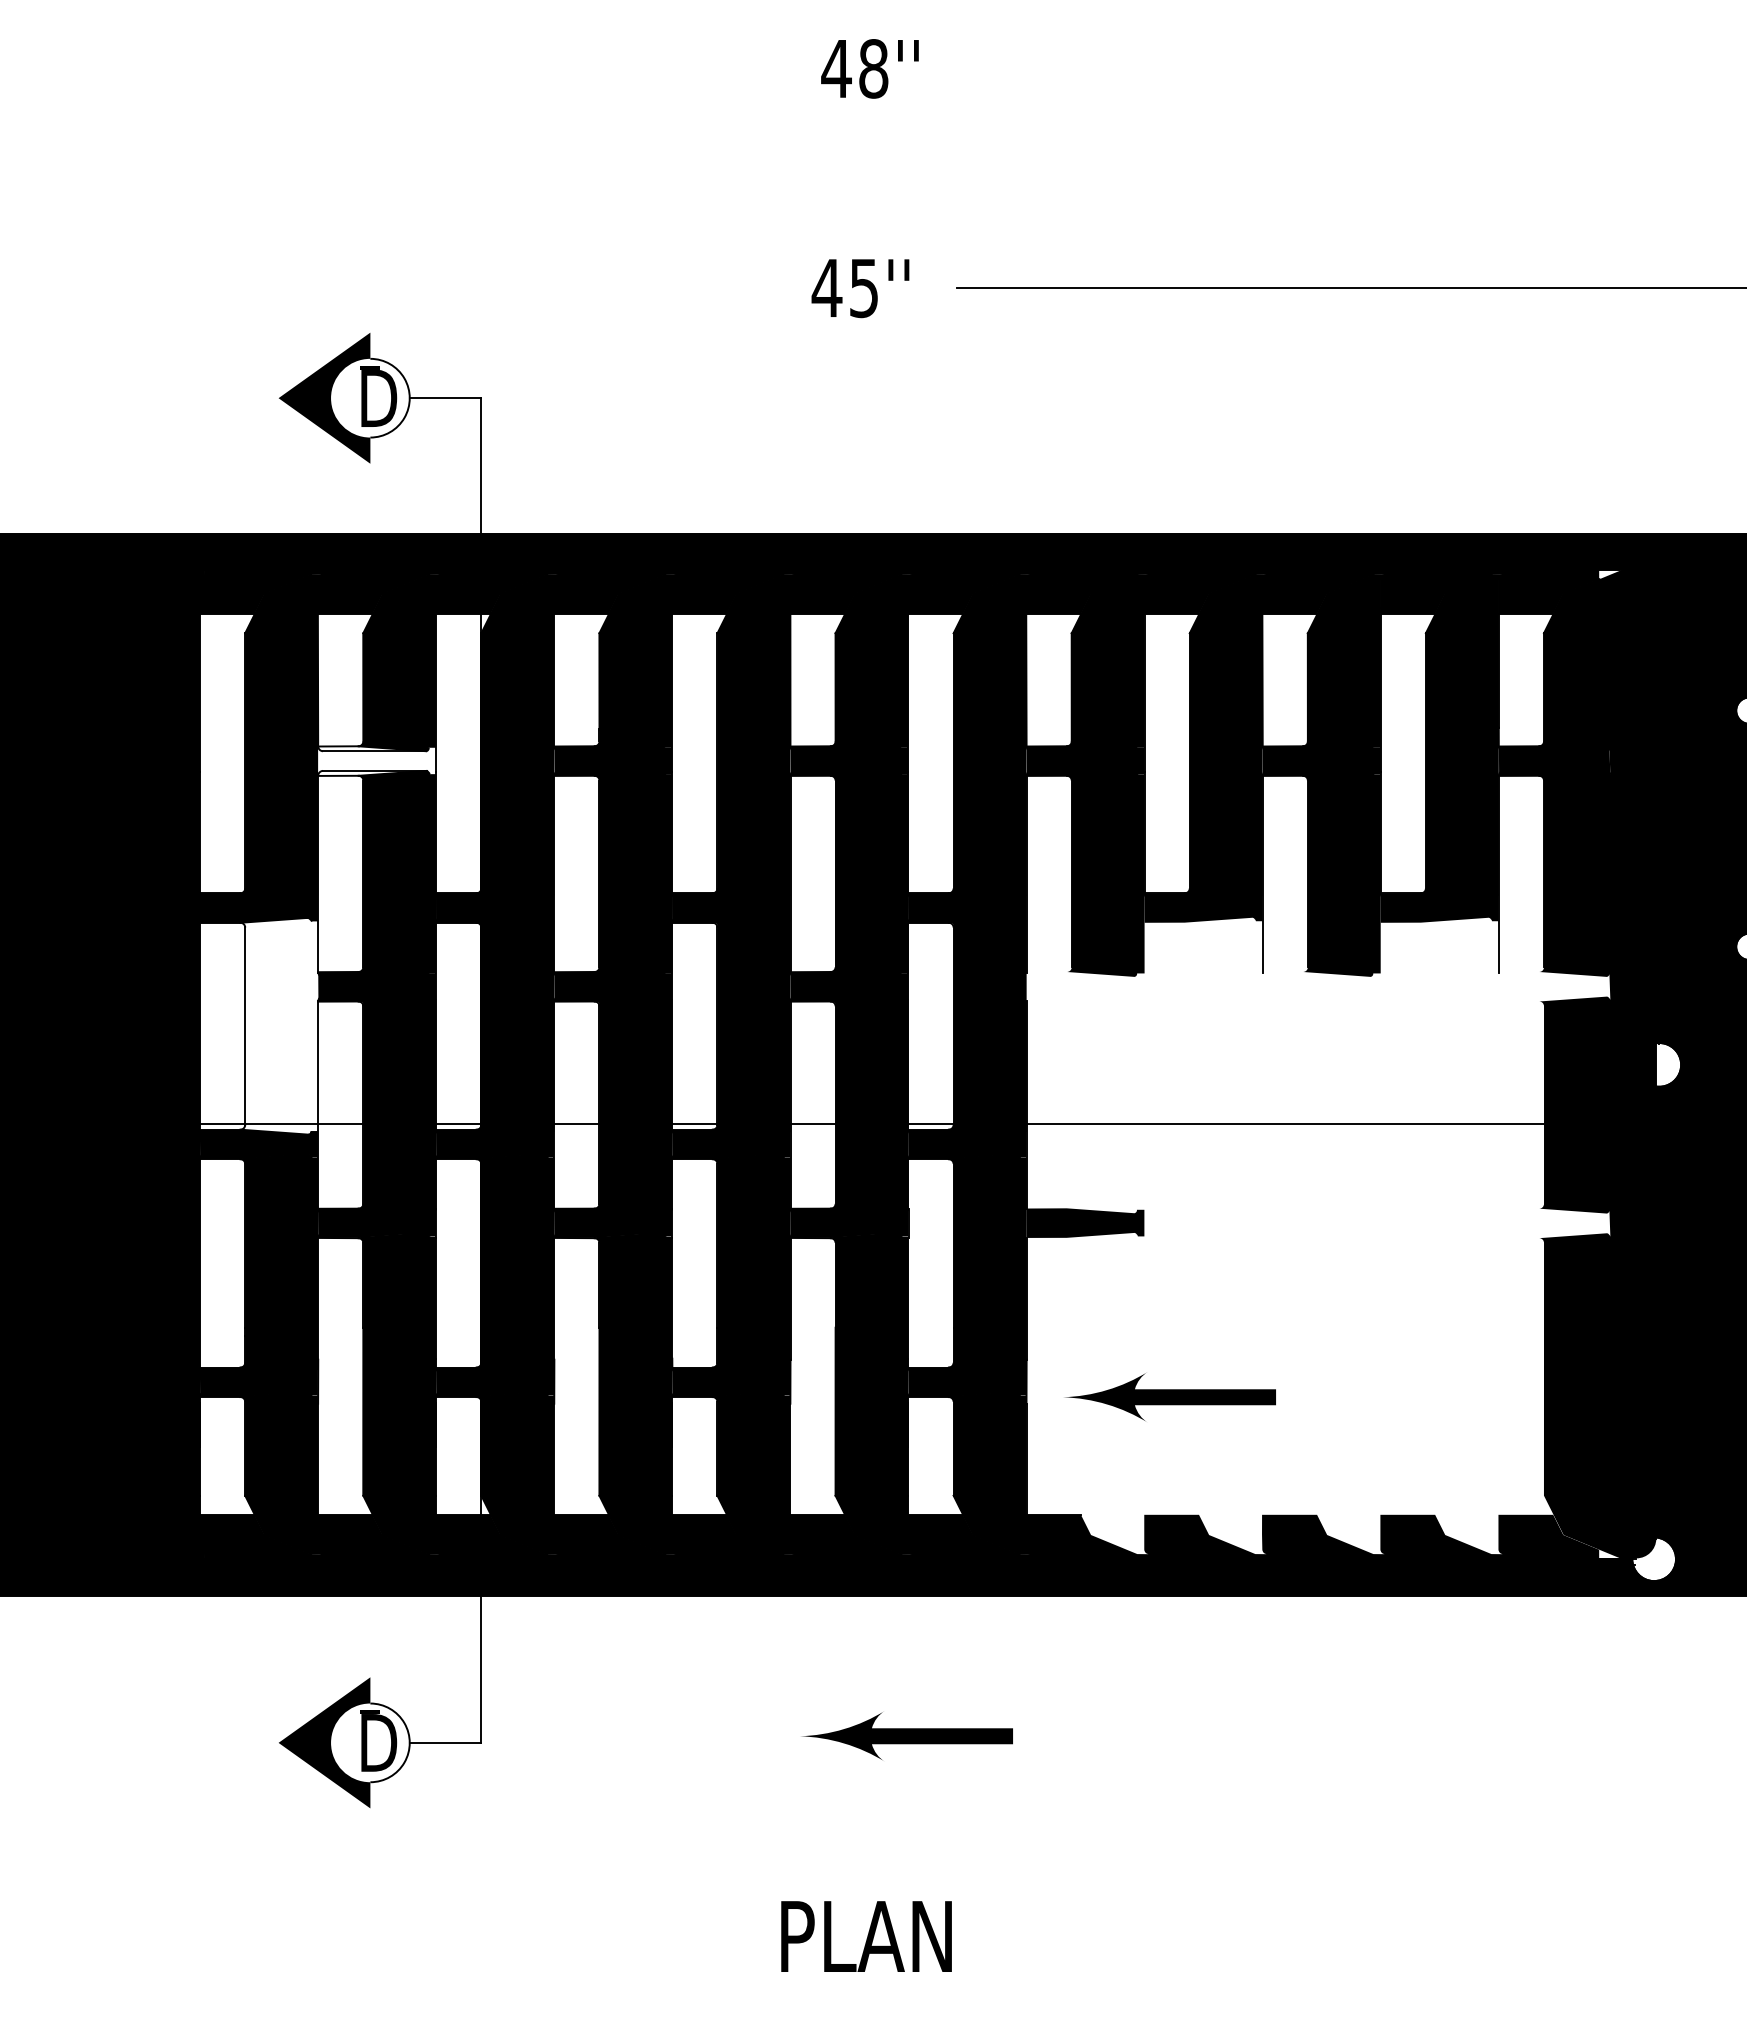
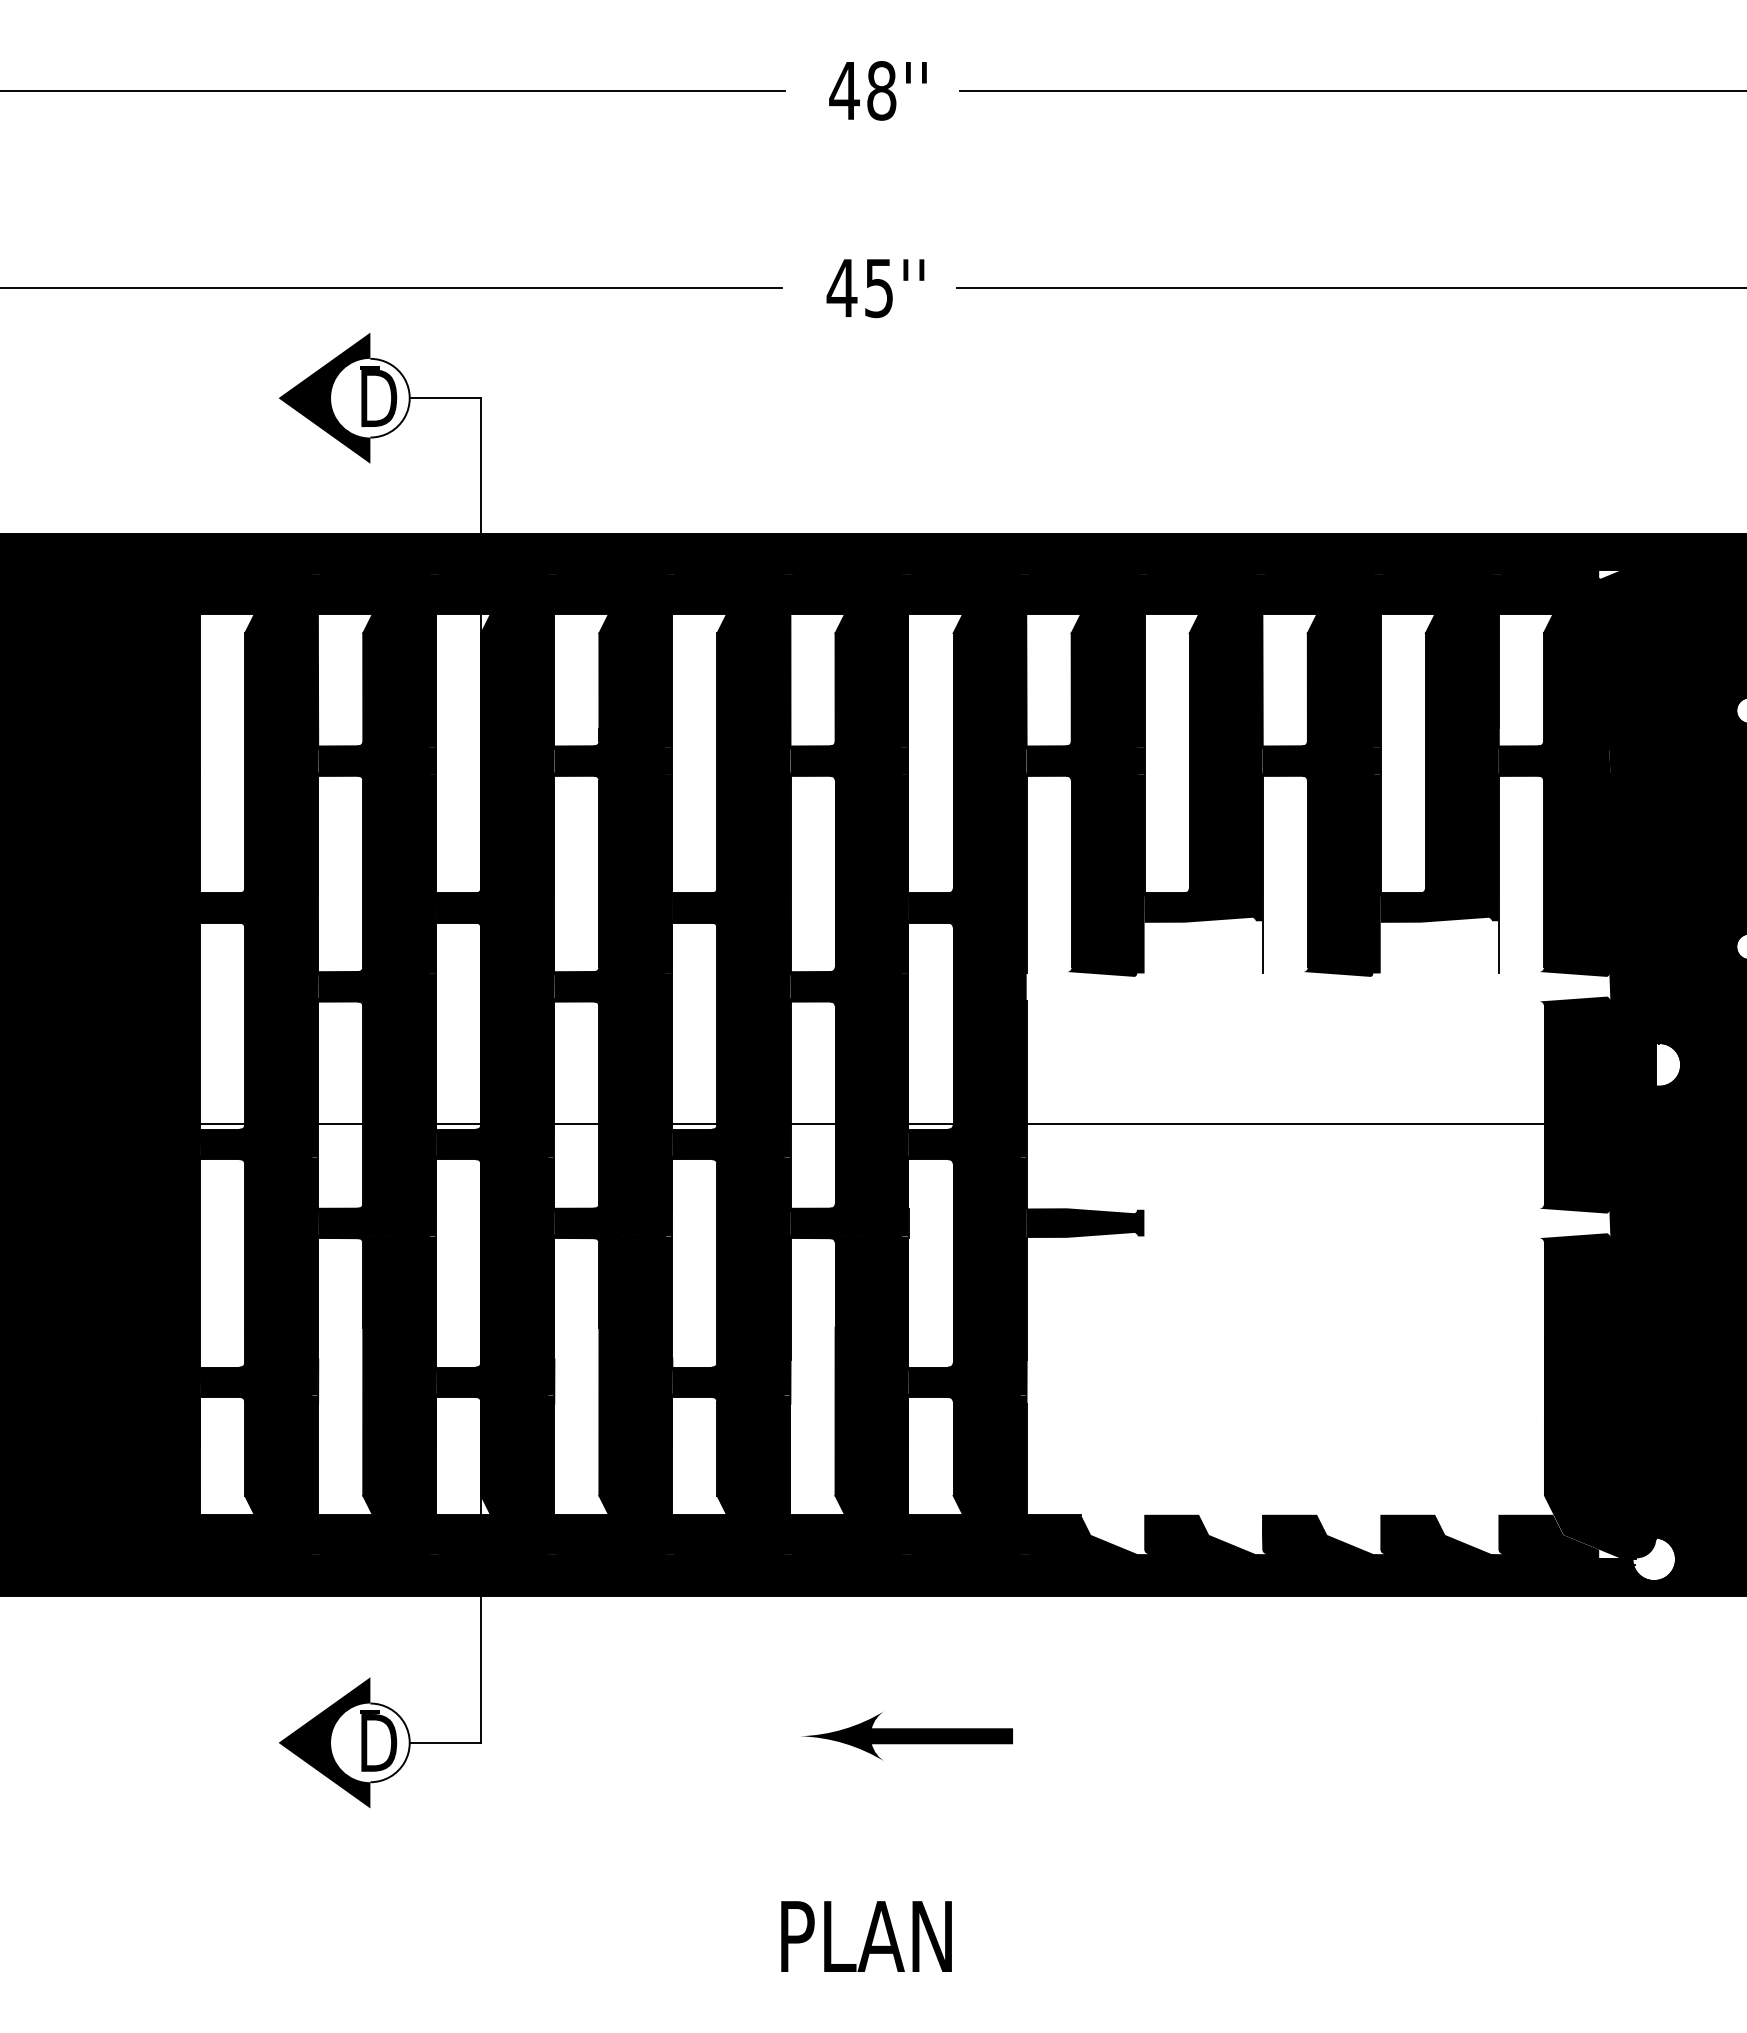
text at (869, 68) position: (869, 68) -> (877, 90)
line at (393, 90): none -> present
line at (1351, 90): none -> present
line at (391, 288): none -> present
text at (860, 288) position: (860, 288) -> (875, 288)
fill at (377, 760): none -> present
fill at (279, 1025): none -> present
part at (1169, 1397): present -> none
